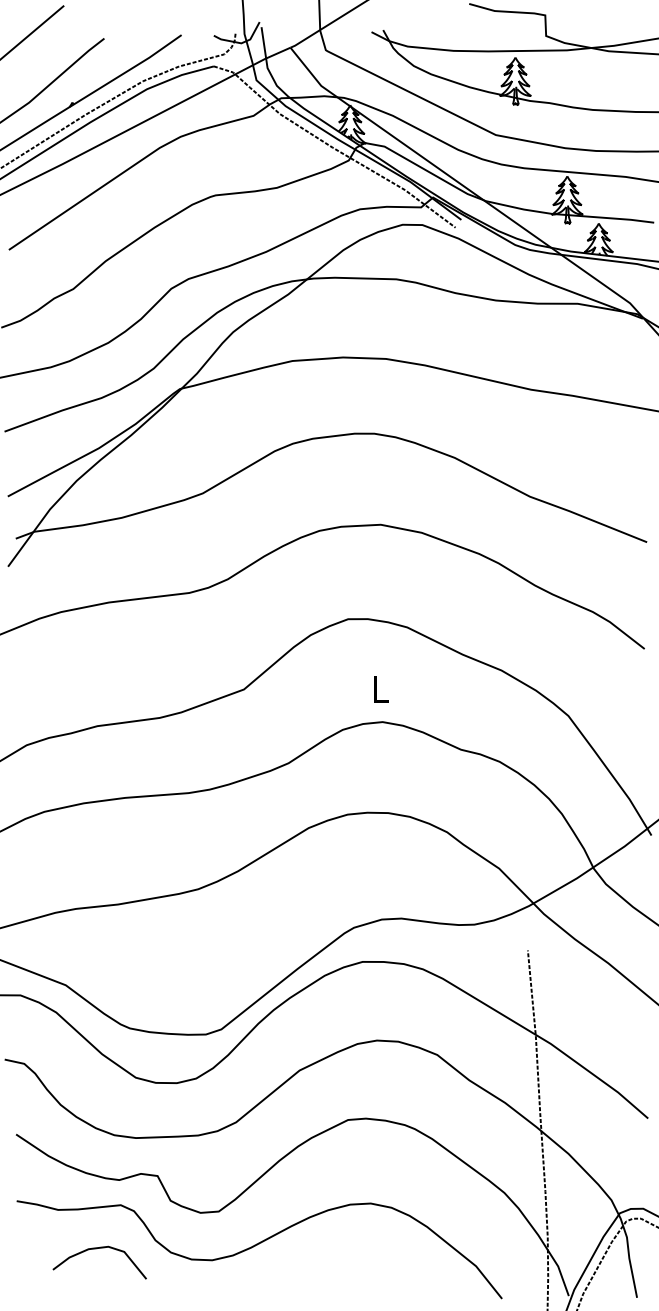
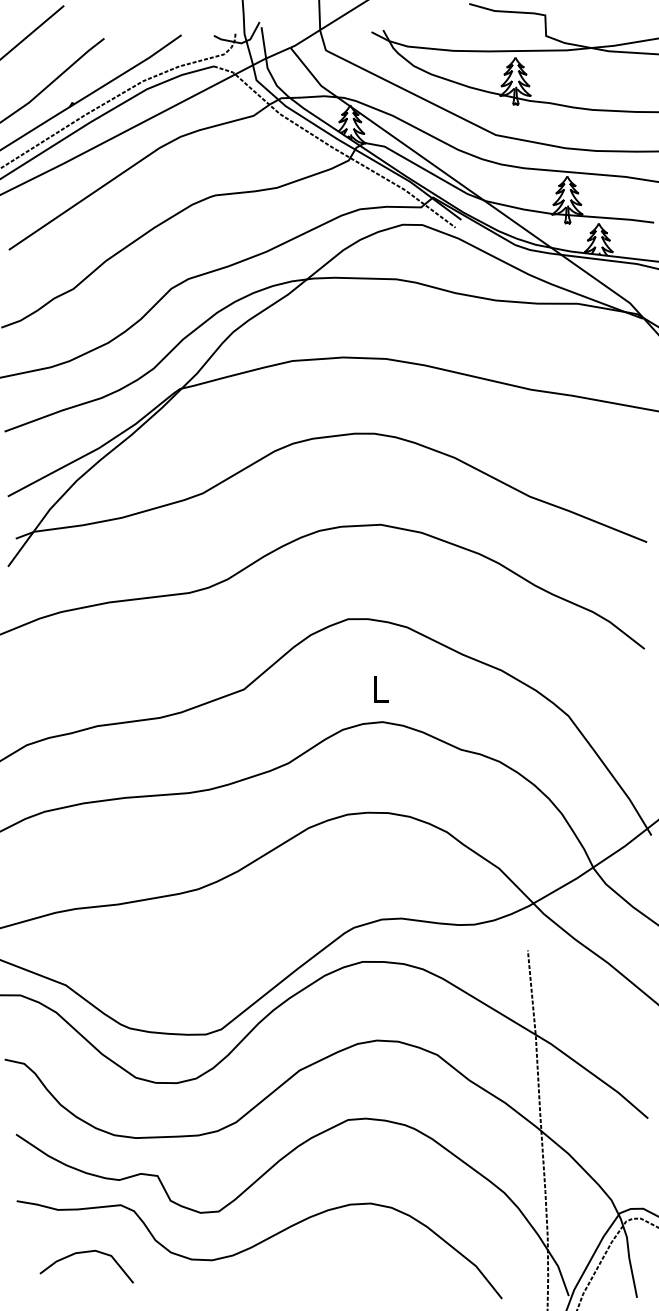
curve at (96, 1249) position: (96, 1249) -> (83, 1253)
